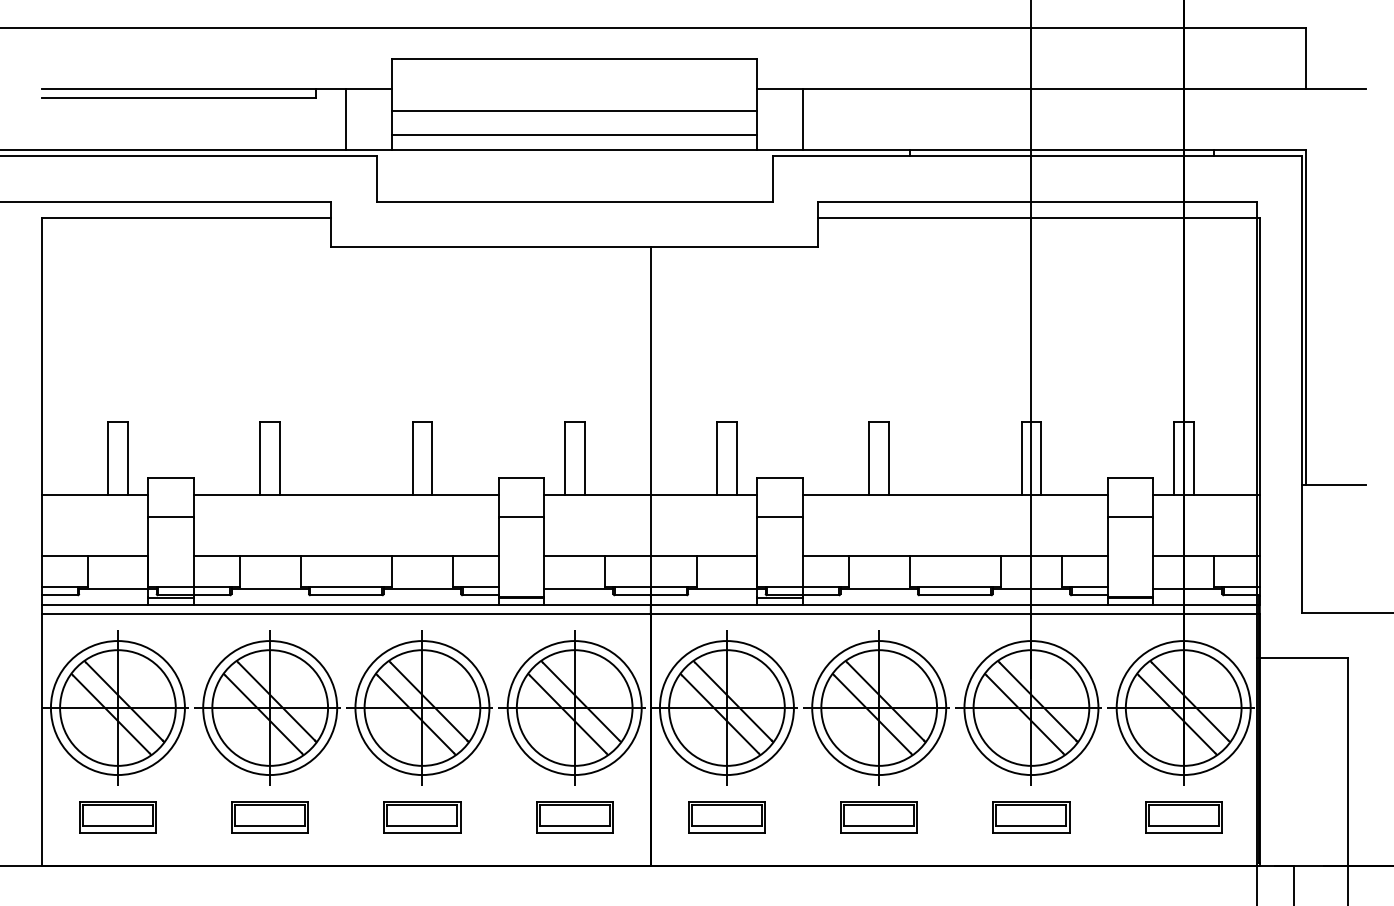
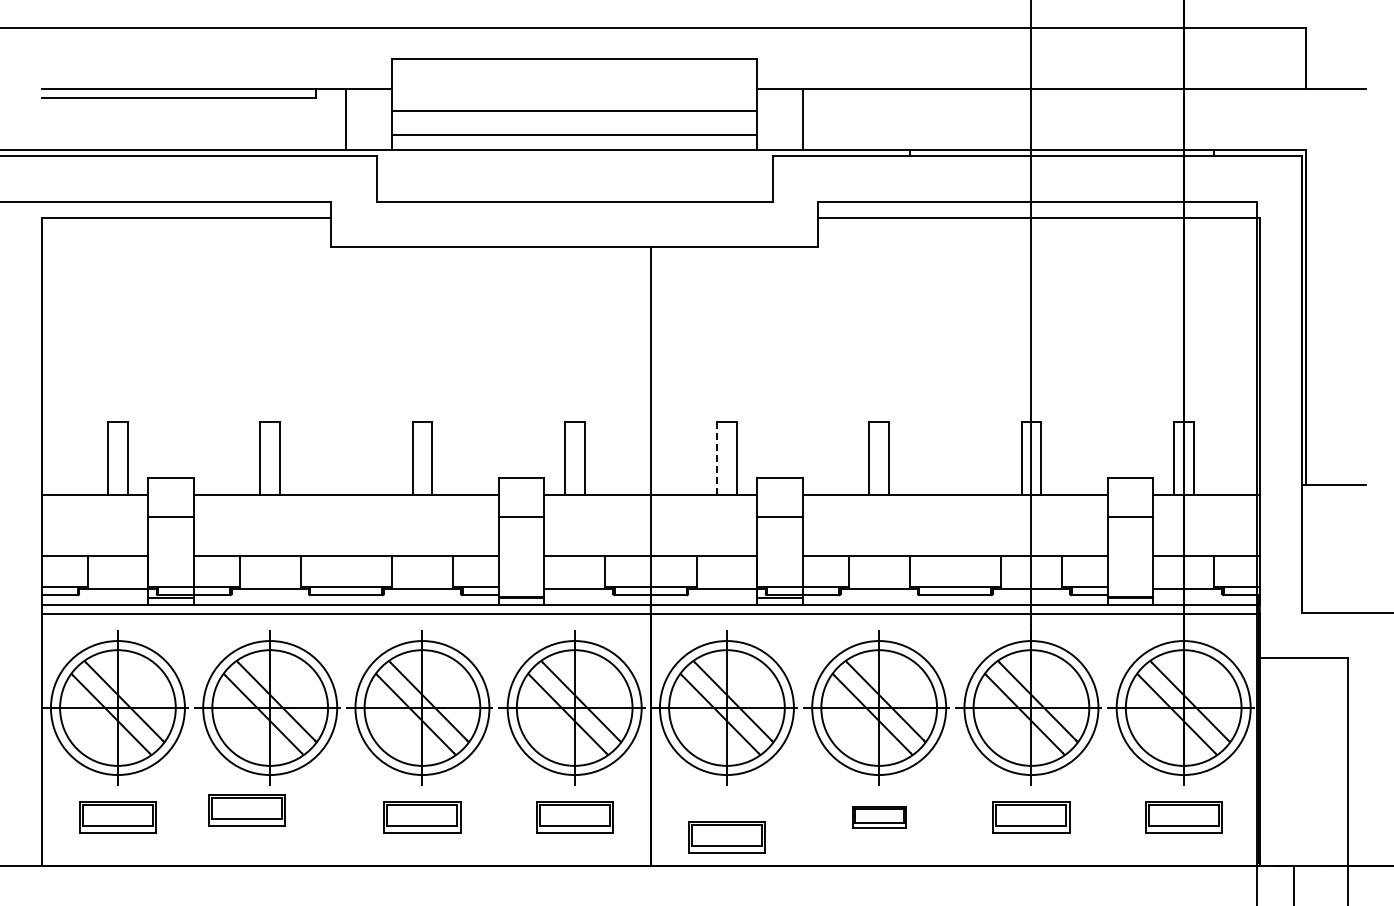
line at (717, 458): solid -> dashed
part at (269, 817) position: (269, 817) -> (246, 810)
part at (726, 817) position: (726, 817) -> (726, 837)
part at (878, 817) size: 78x33 px -> 55x23 px
